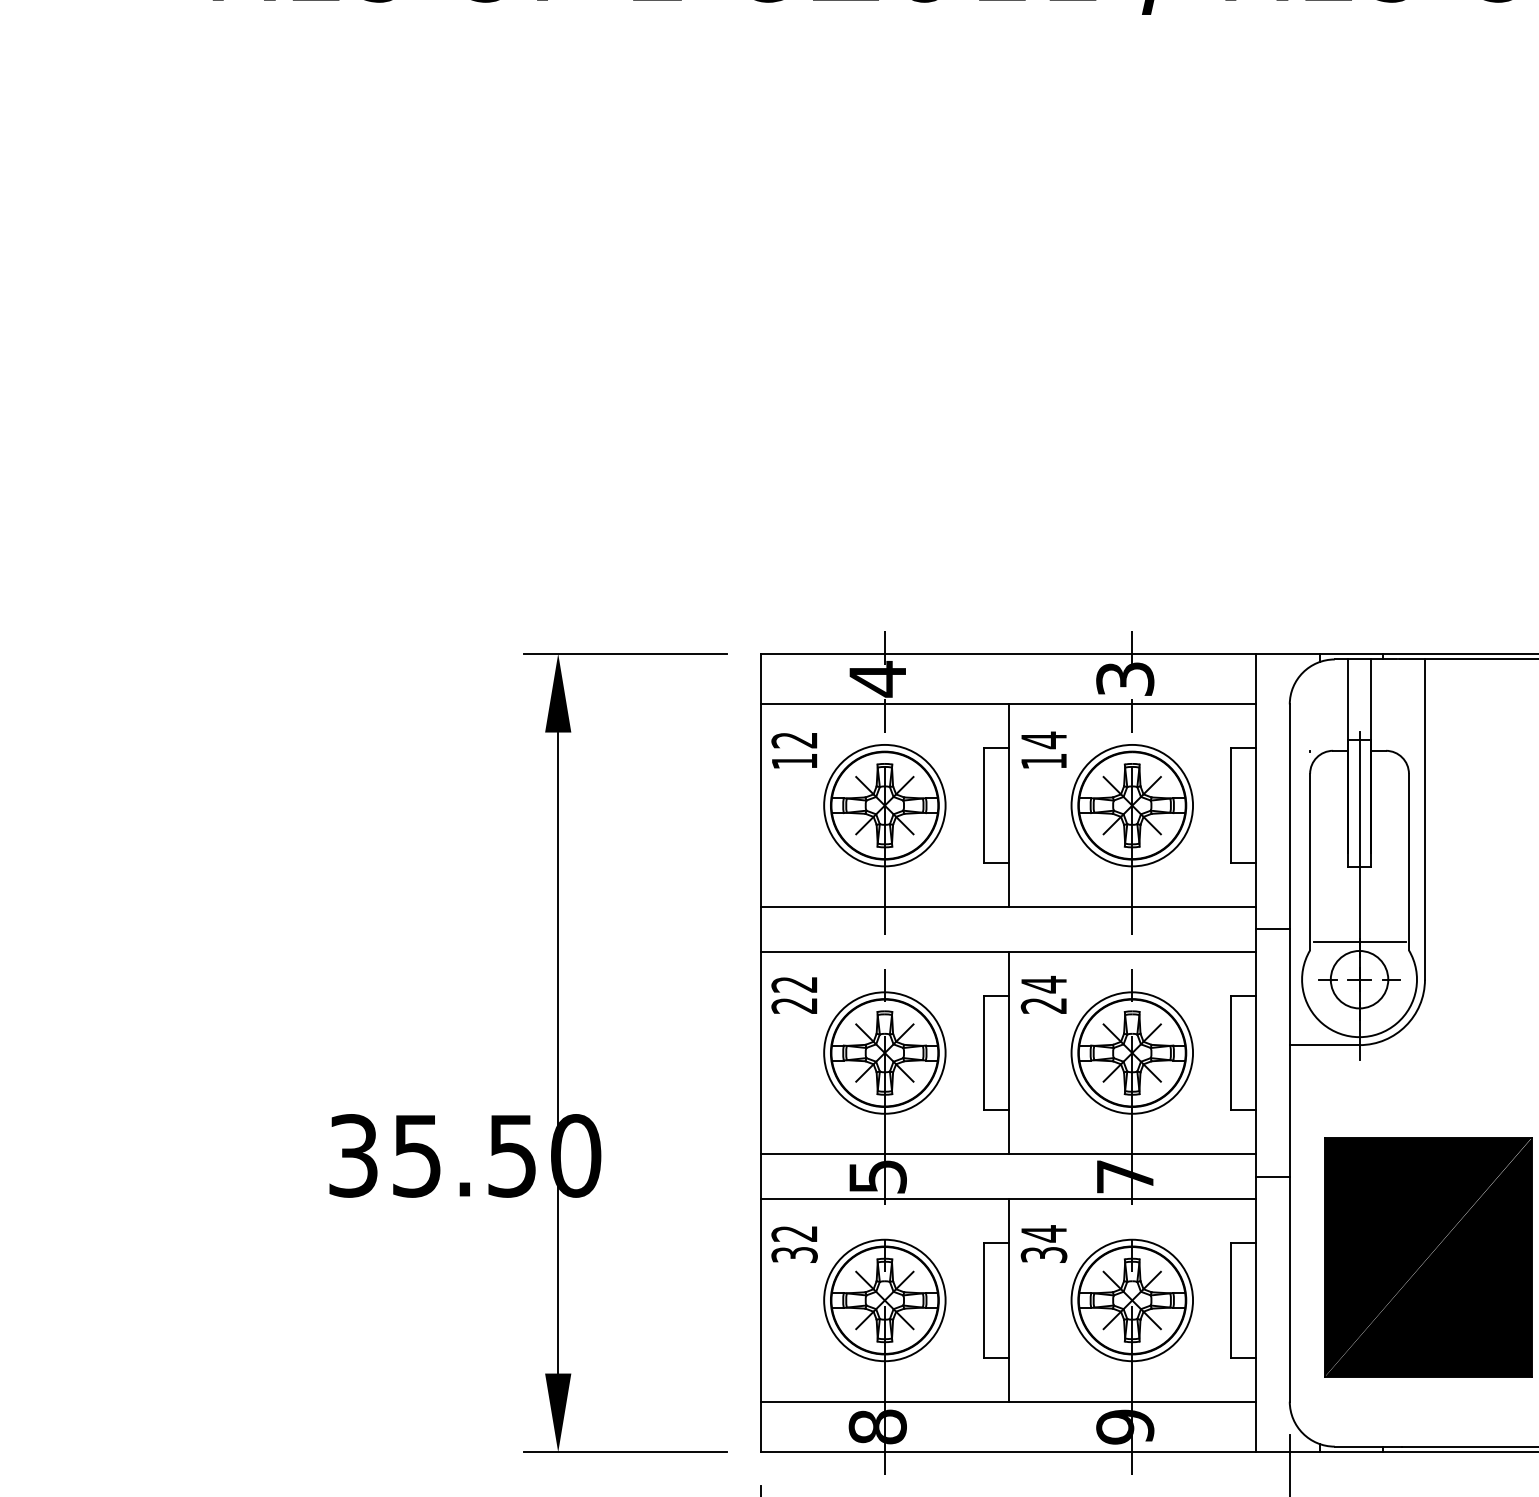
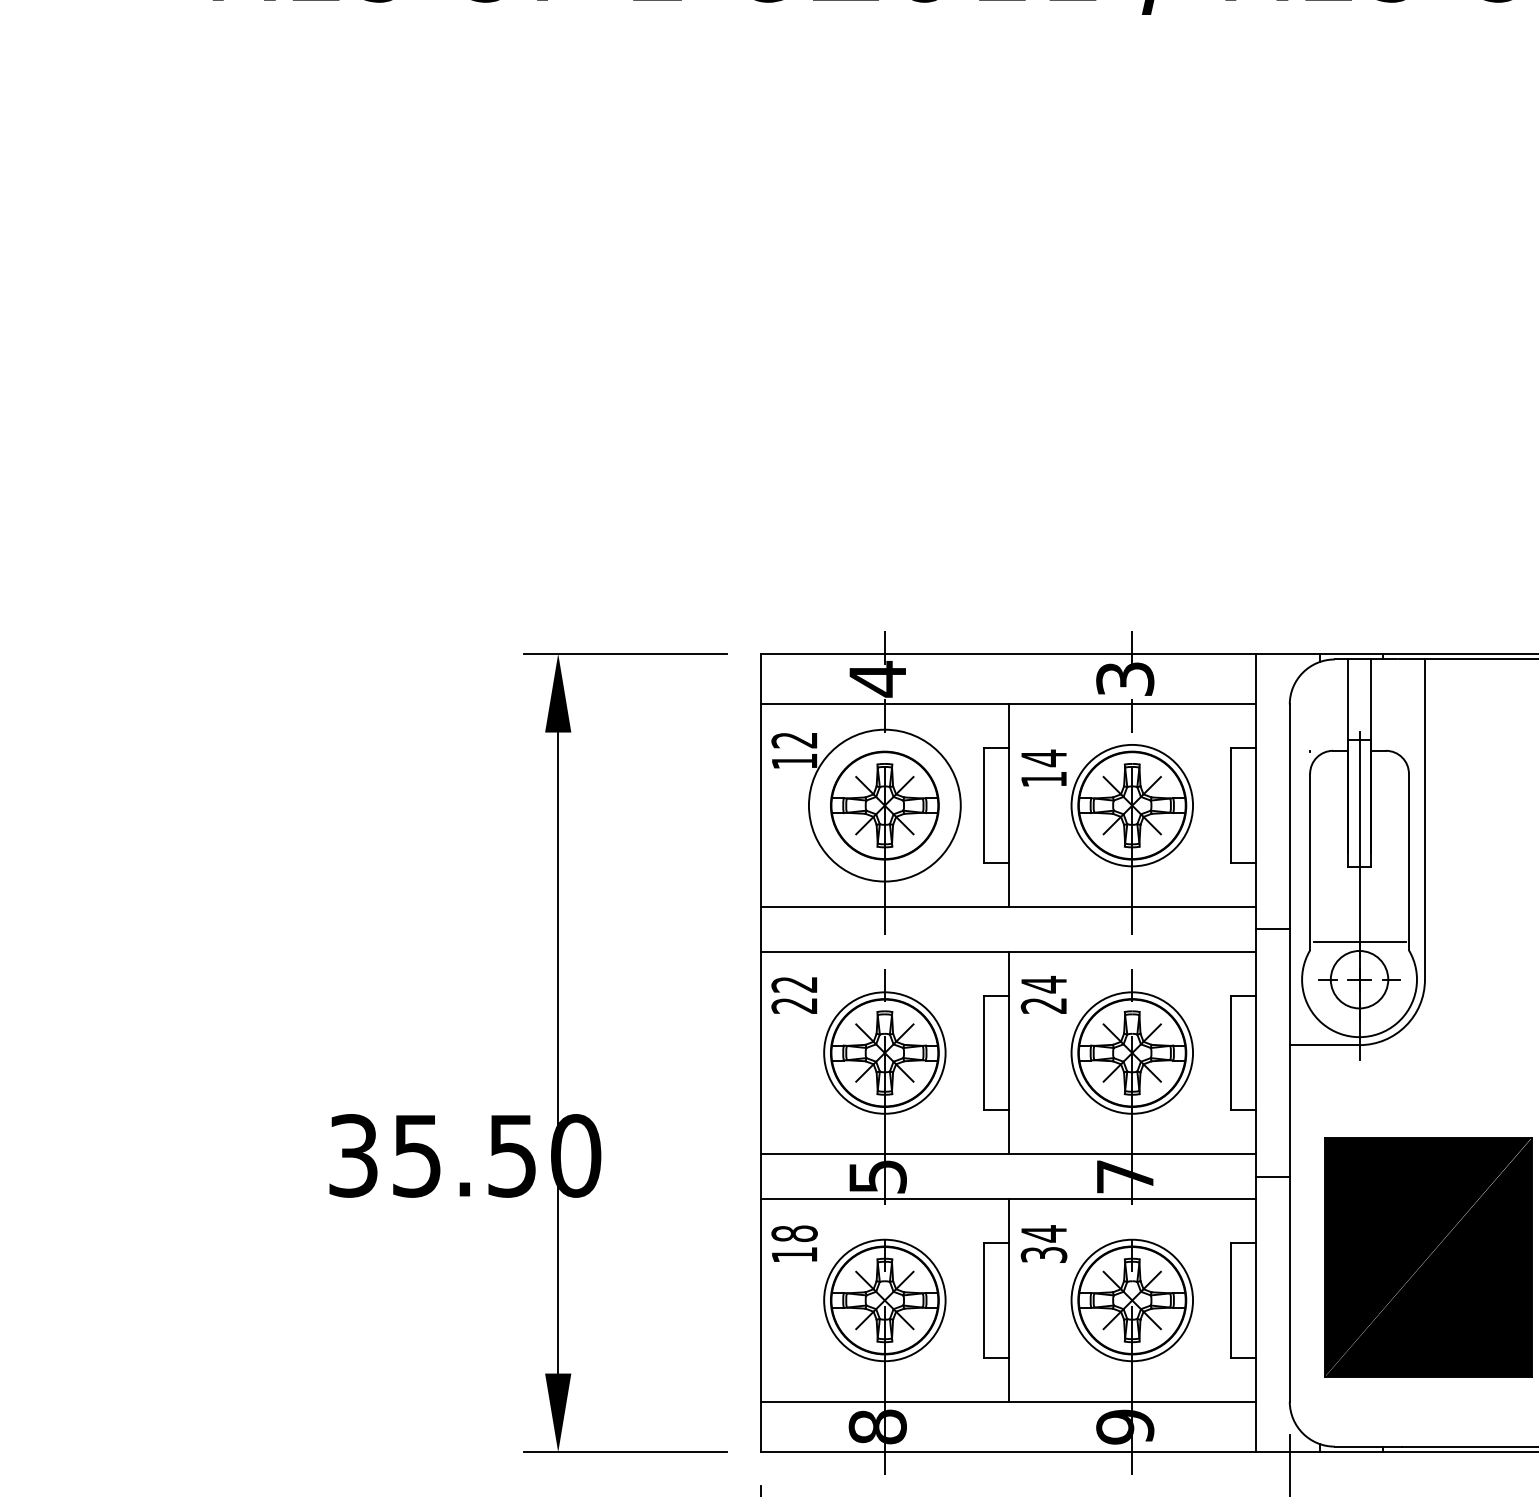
text at (1043, 749) position: (1043, 749) -> (1043, 767)
circle at (884, 805) diameter: 121 px -> 152 px
text at (794, 1243): 32 -> 18
